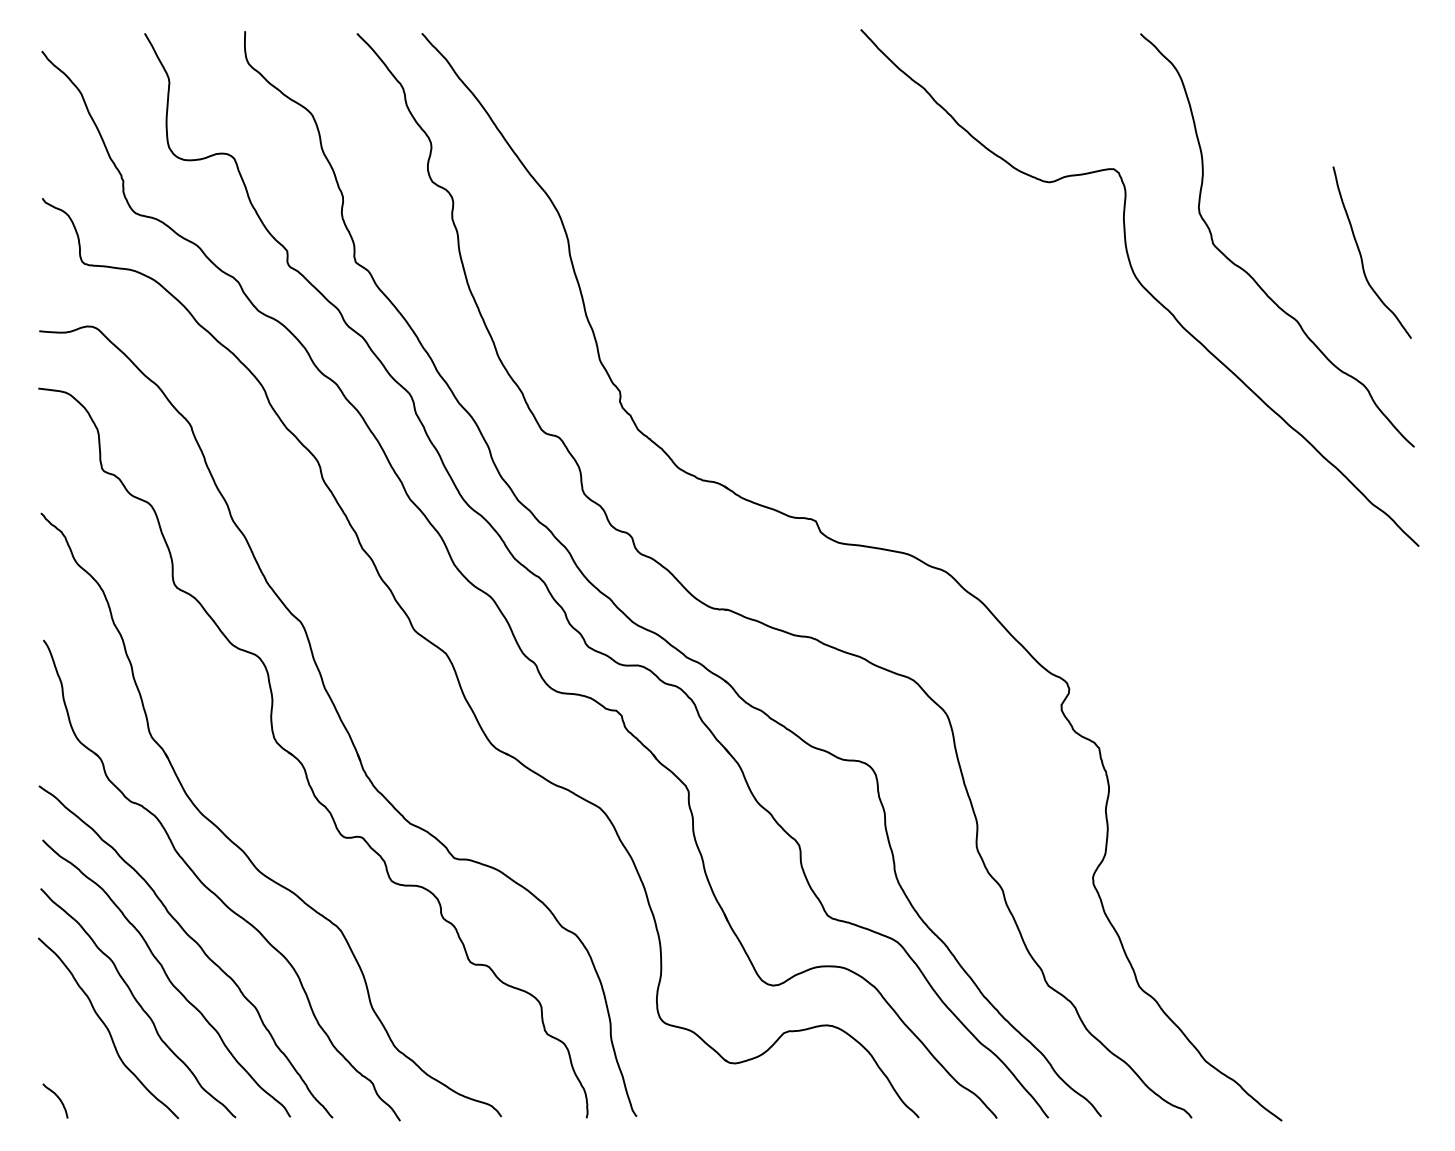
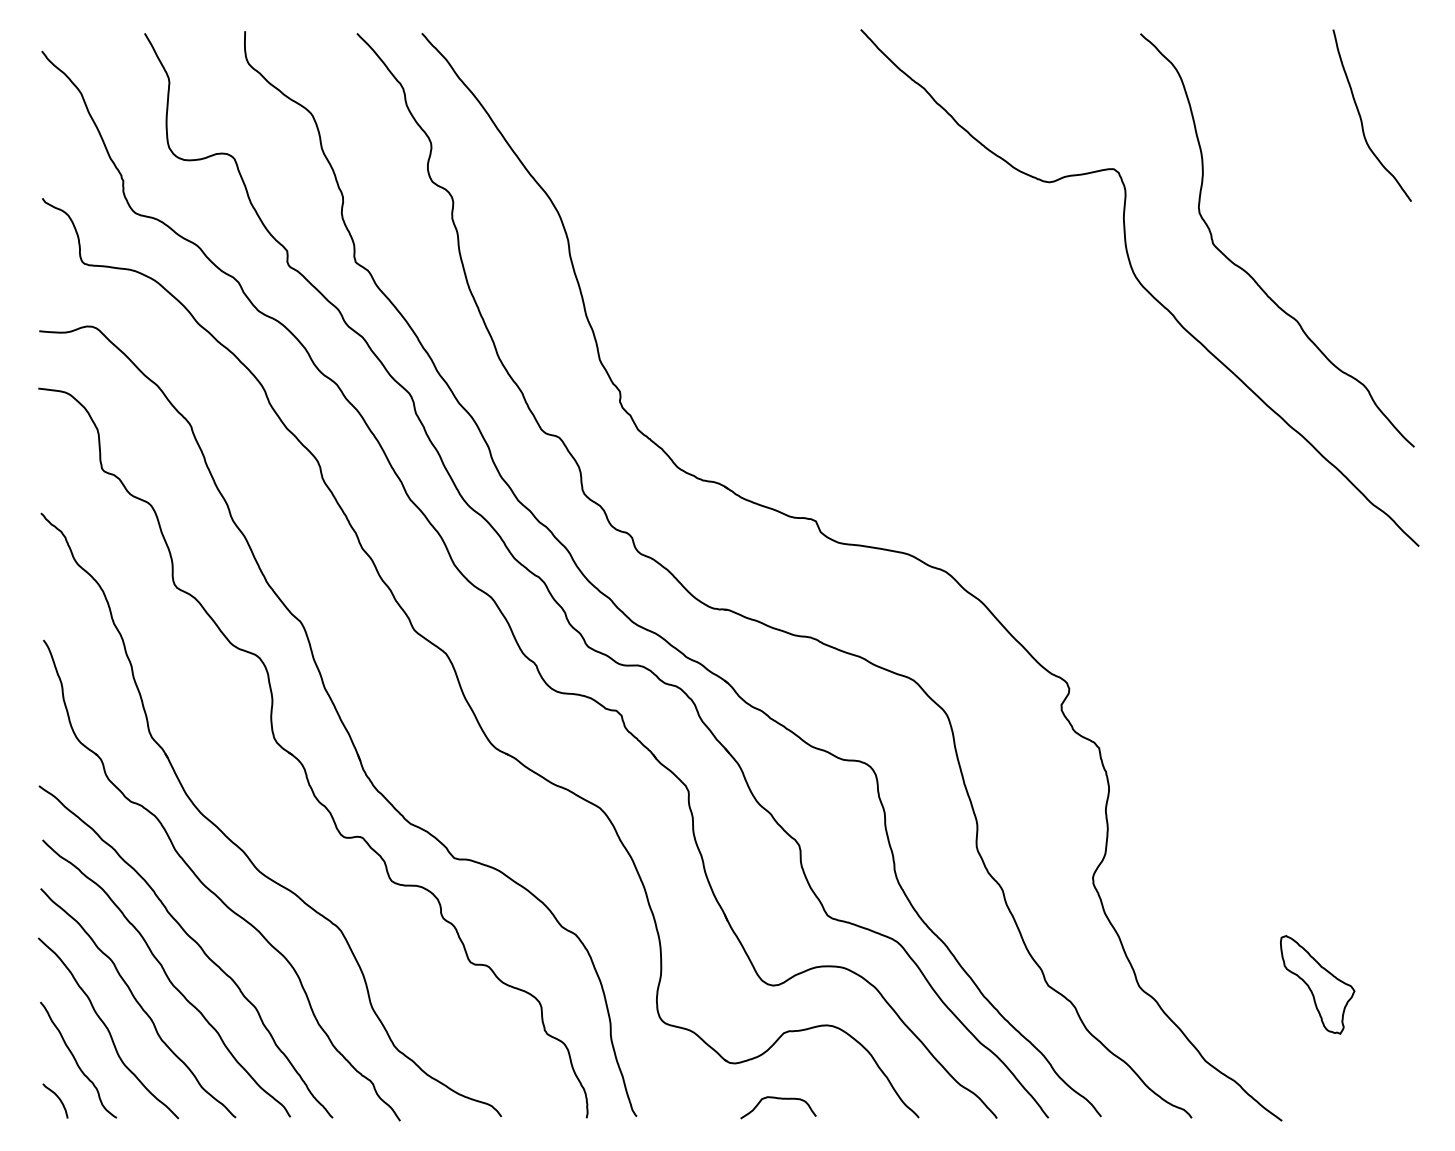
curve at (1361, 253) position: (1361, 253) -> (1361, 116)
part at (1317, 984): none -> present
curve at (76, 1059): none -> present
curve at (778, 1099): none -> present
